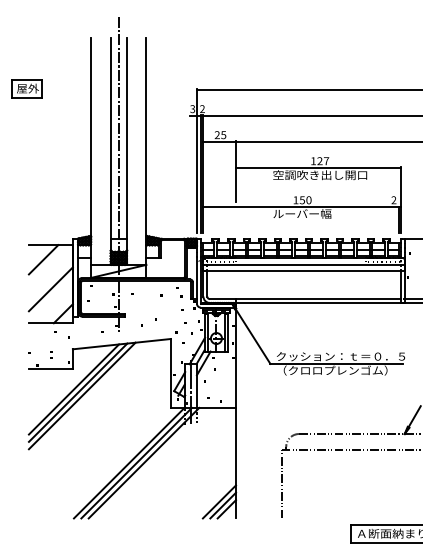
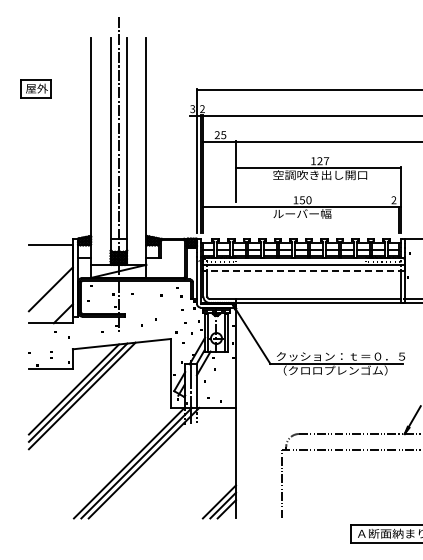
part at (26, 88) position: (26, 88) -> (35, 88)
line at (43, 259): present -> none
line at (304, 271): solid -> dashed
